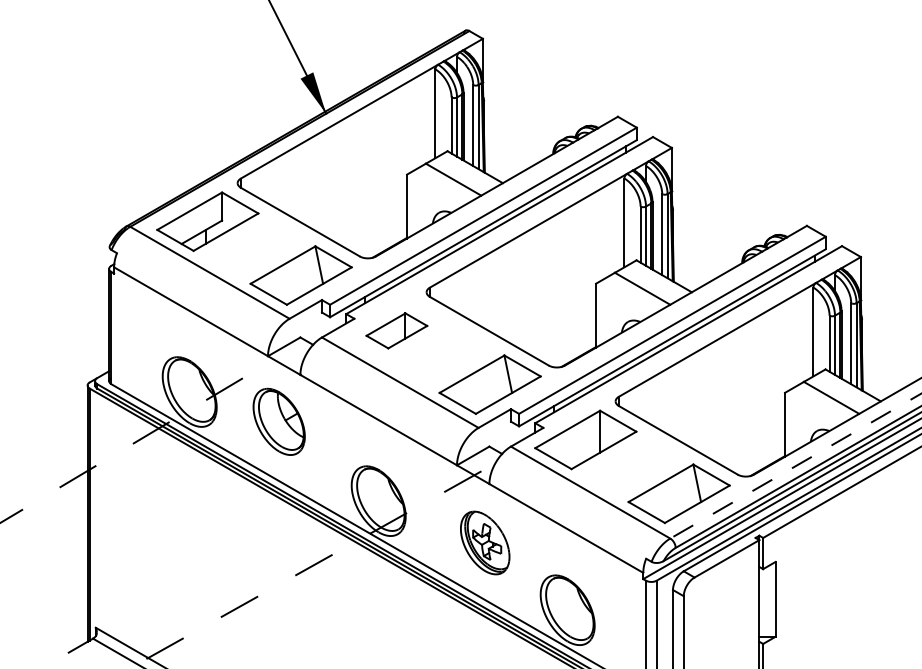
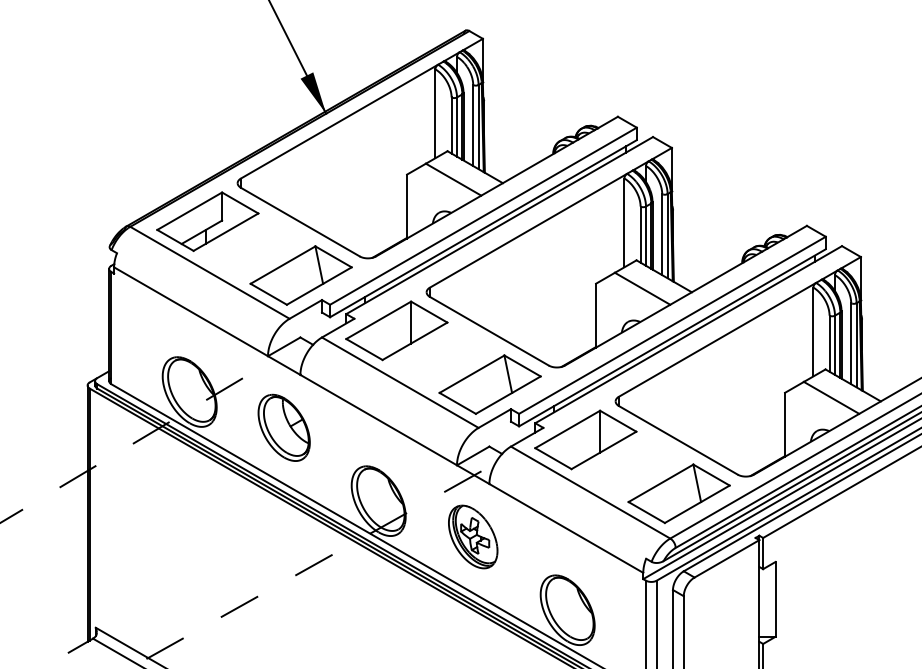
part at (396, 330) size: 64x38 px -> 104x62 px
part at (278, 421) position: (278, 421) -> (283, 427)
line at (795, 466): dashed -> solid
part at (485, 542) position: (485, 542) -> (473, 536)
